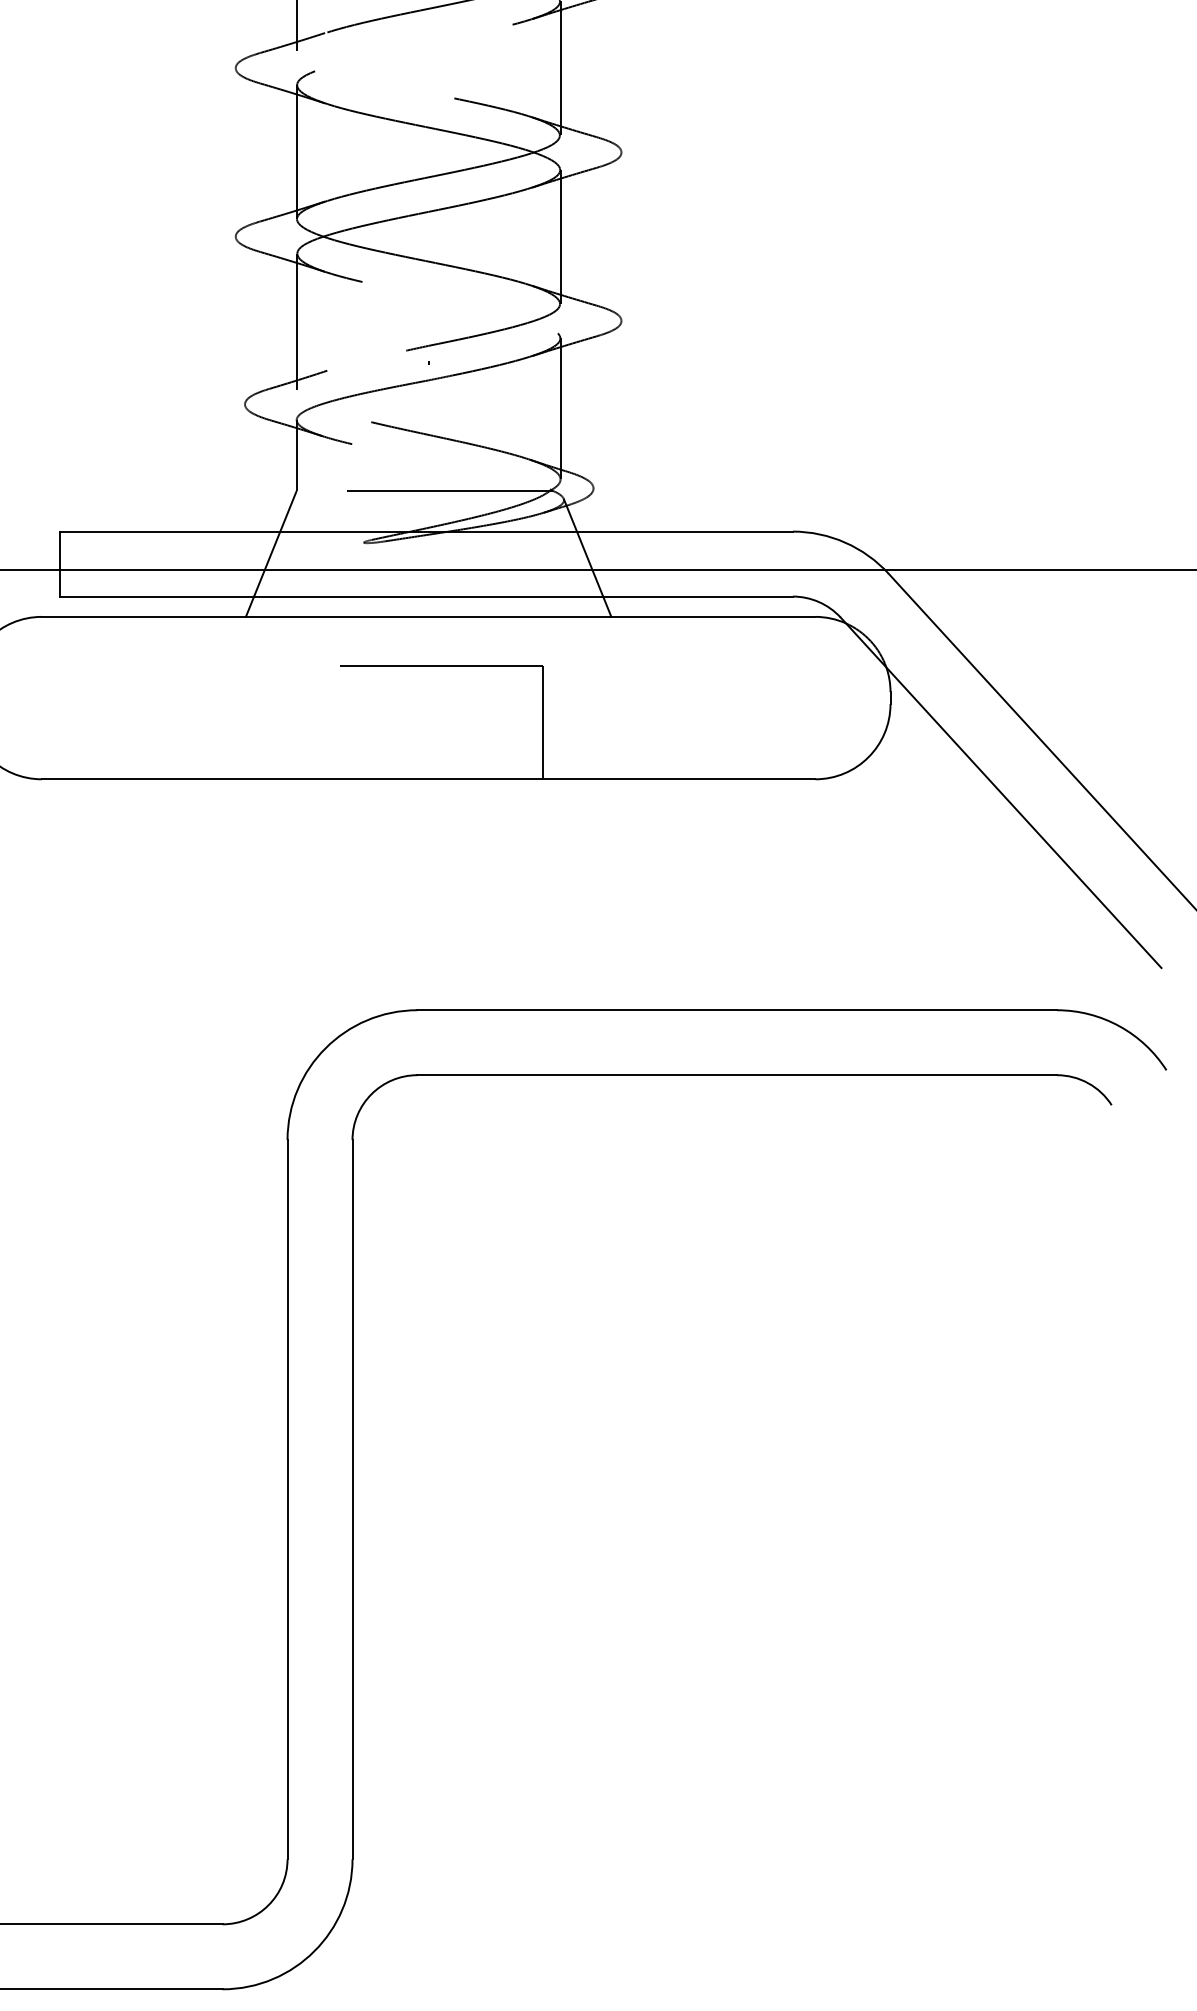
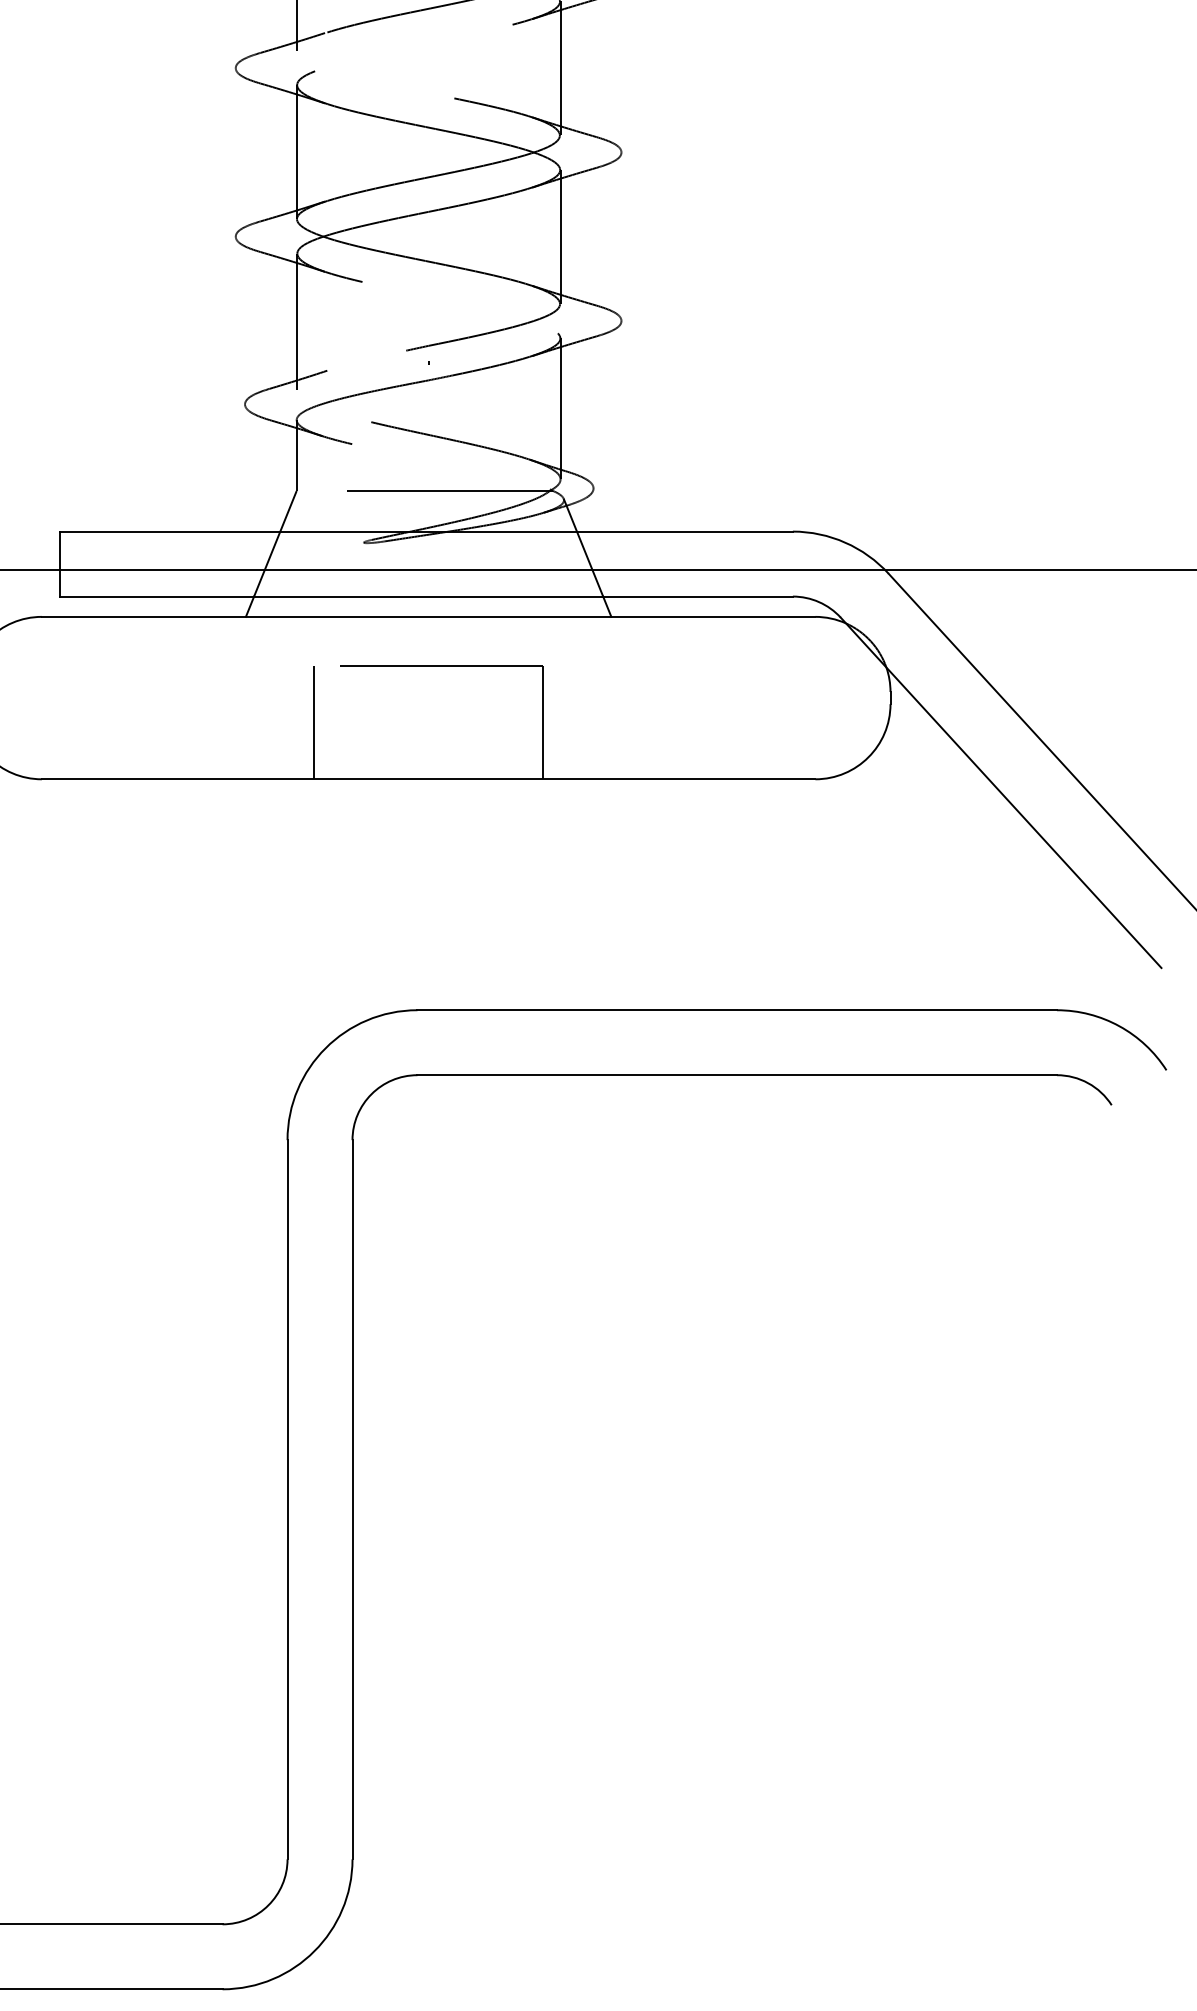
line at (313, 722): none -> present
